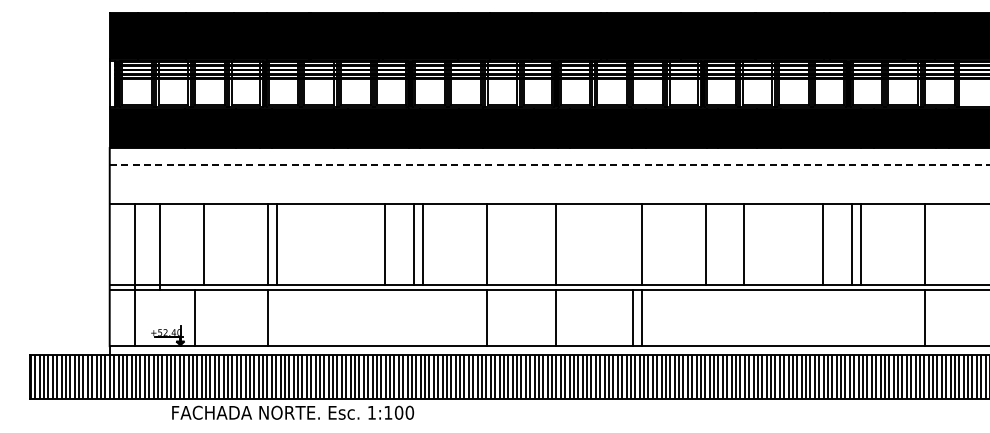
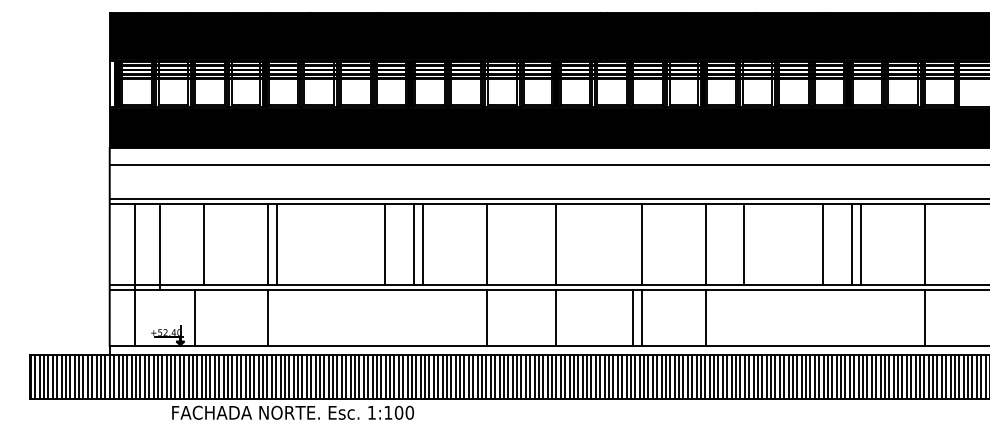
line at (549, 164): dashed -> solid
line at (547, 199): none -> present
line at (706, 317): none -> present
